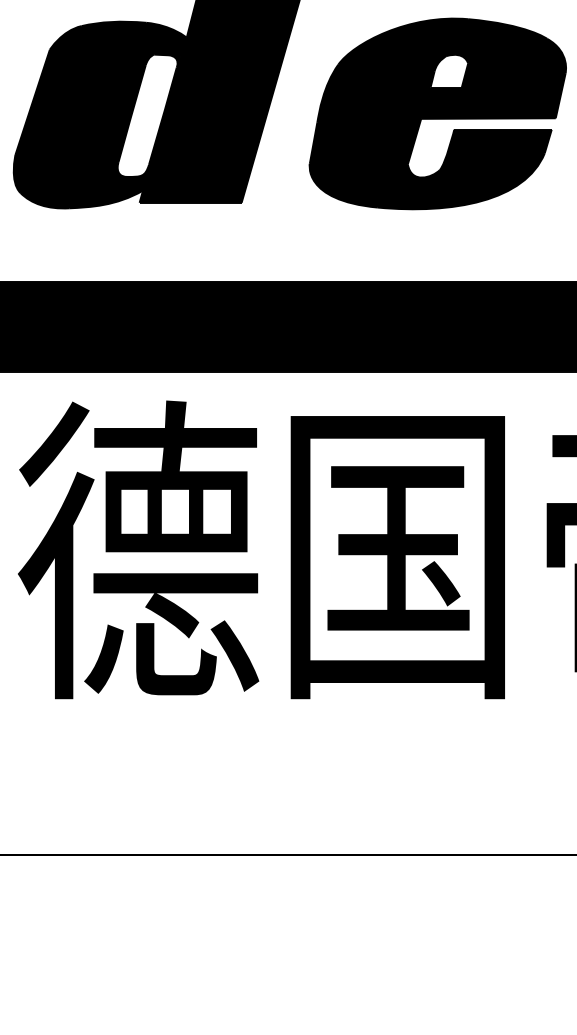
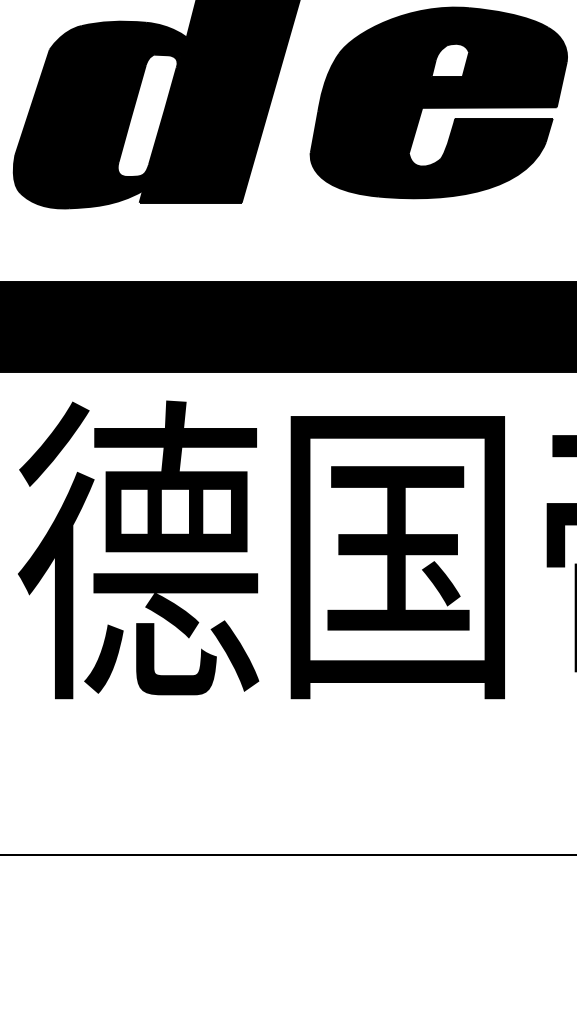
part at (437, 113) position: (437, 113) -> (438, 102)
